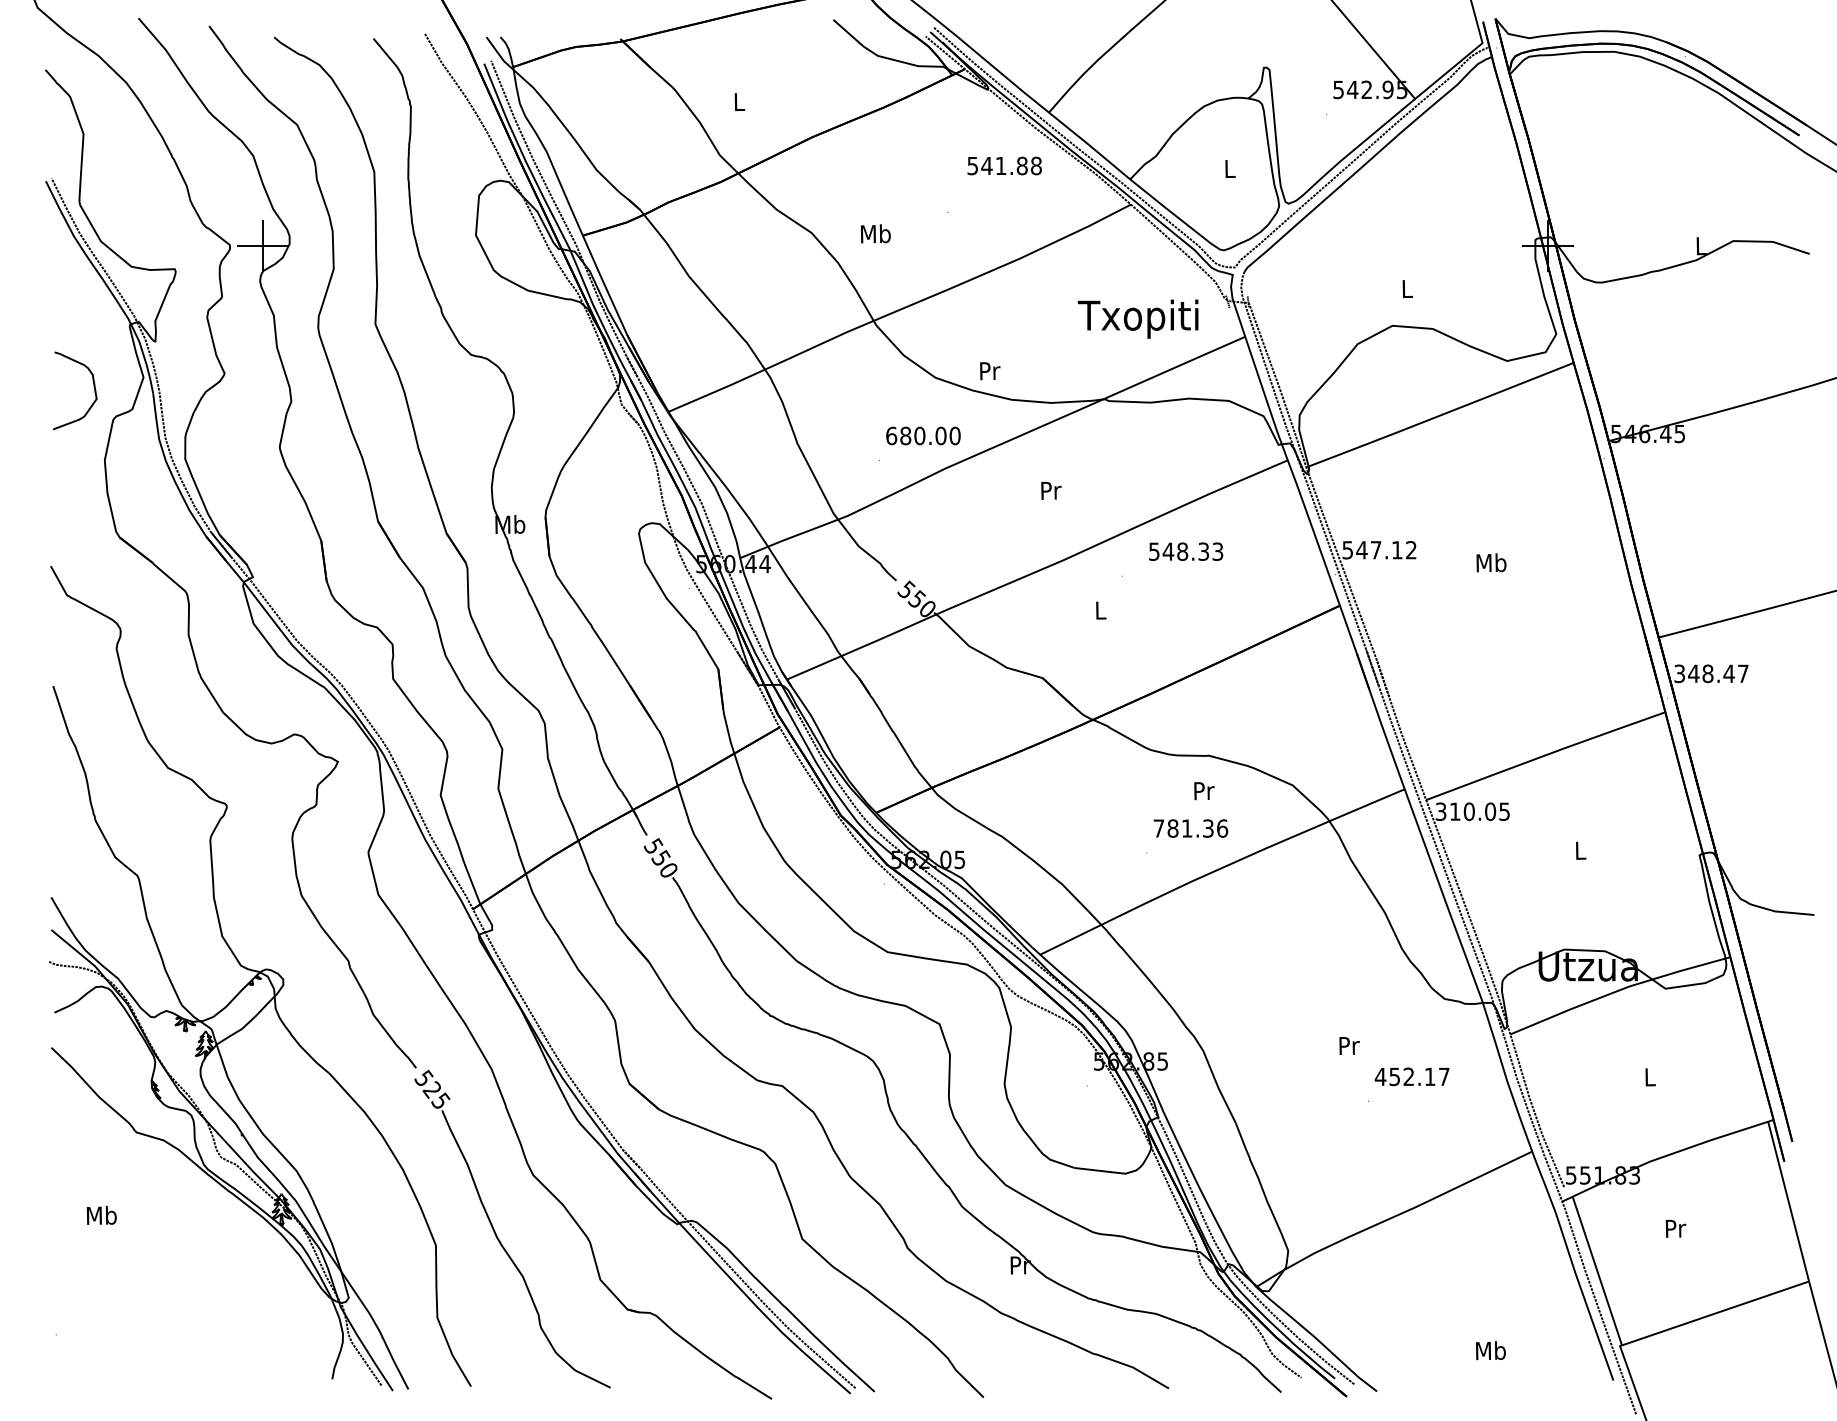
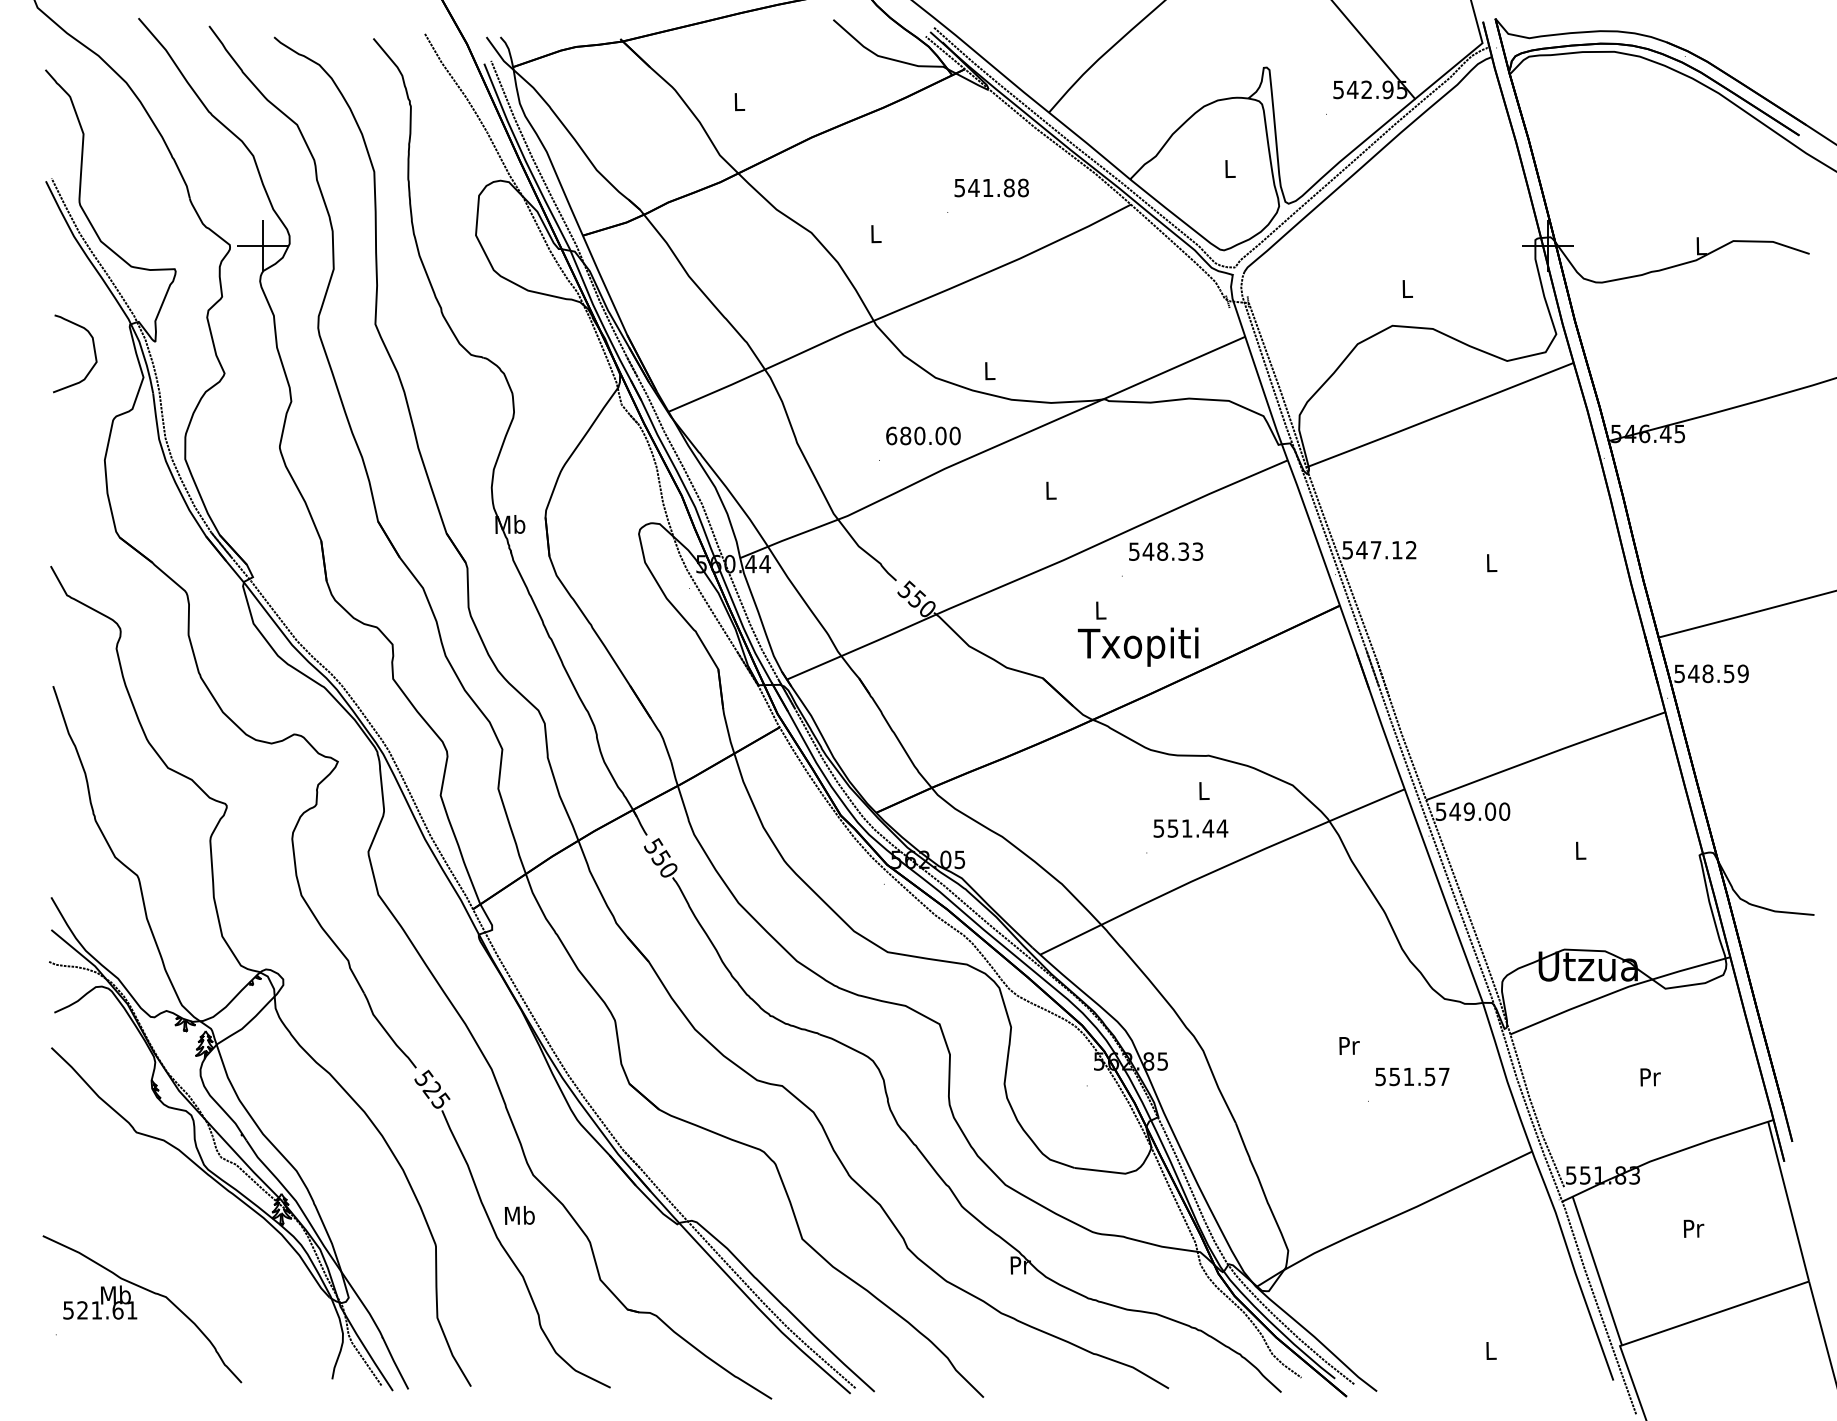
text at (1004, 165) position: (1004, 165) -> (991, 187)
text at (875, 233): Mb -> L
text at (1138, 318) position: (1138, 318) -> (1138, 646)
text at (990, 371): Pr -> L
curve at (93, 387) position: (93, 387) -> (93, 350)
text at (1051, 490): Pr -> L
text at (1186, 551) position: (1186, 551) -> (1166, 551)
text at (1491, 562): Mb -> L
text at (1711, 673): 348.47 -> 548.59
text at (1204, 791): Pr -> L
text at (1473, 811): 310.05 -> 549.00
text at (1190, 828): 781.36 -> 551.44
text at (1404, 1076): 452.17 -> 551.57
text at (1650, 1077): L -> Pr
text at (101, 1215) position: (101, 1215) -> (519, 1215)
text at (1675, 1228) position: (1675, 1228) -> (1693, 1228)
part at (133, 1309): none -> present
text at (1490, 1350): Mb -> L
